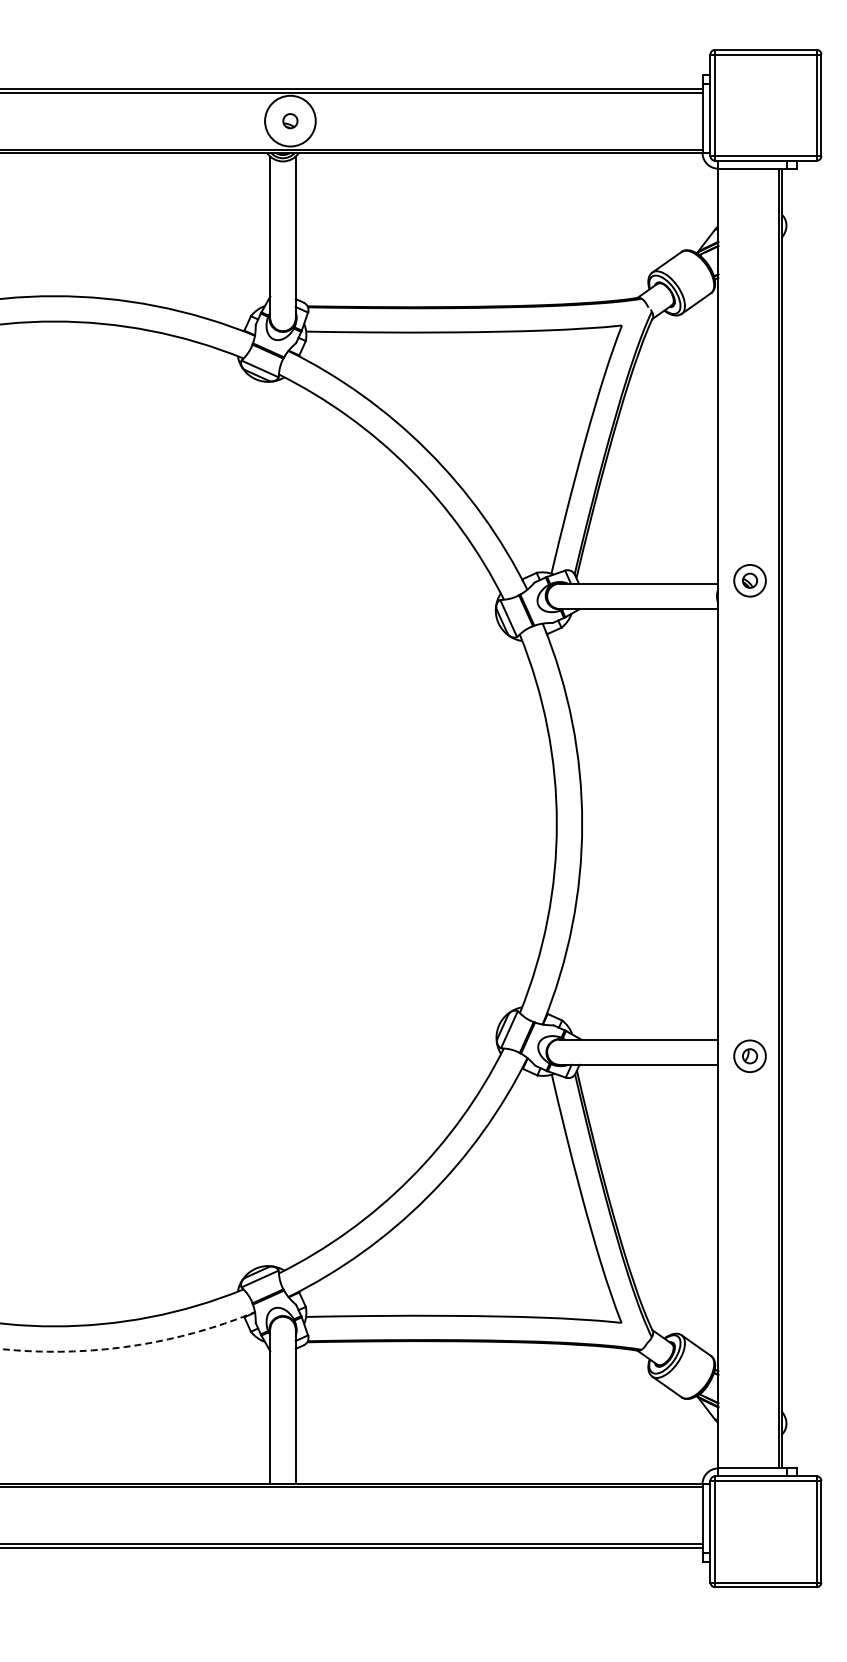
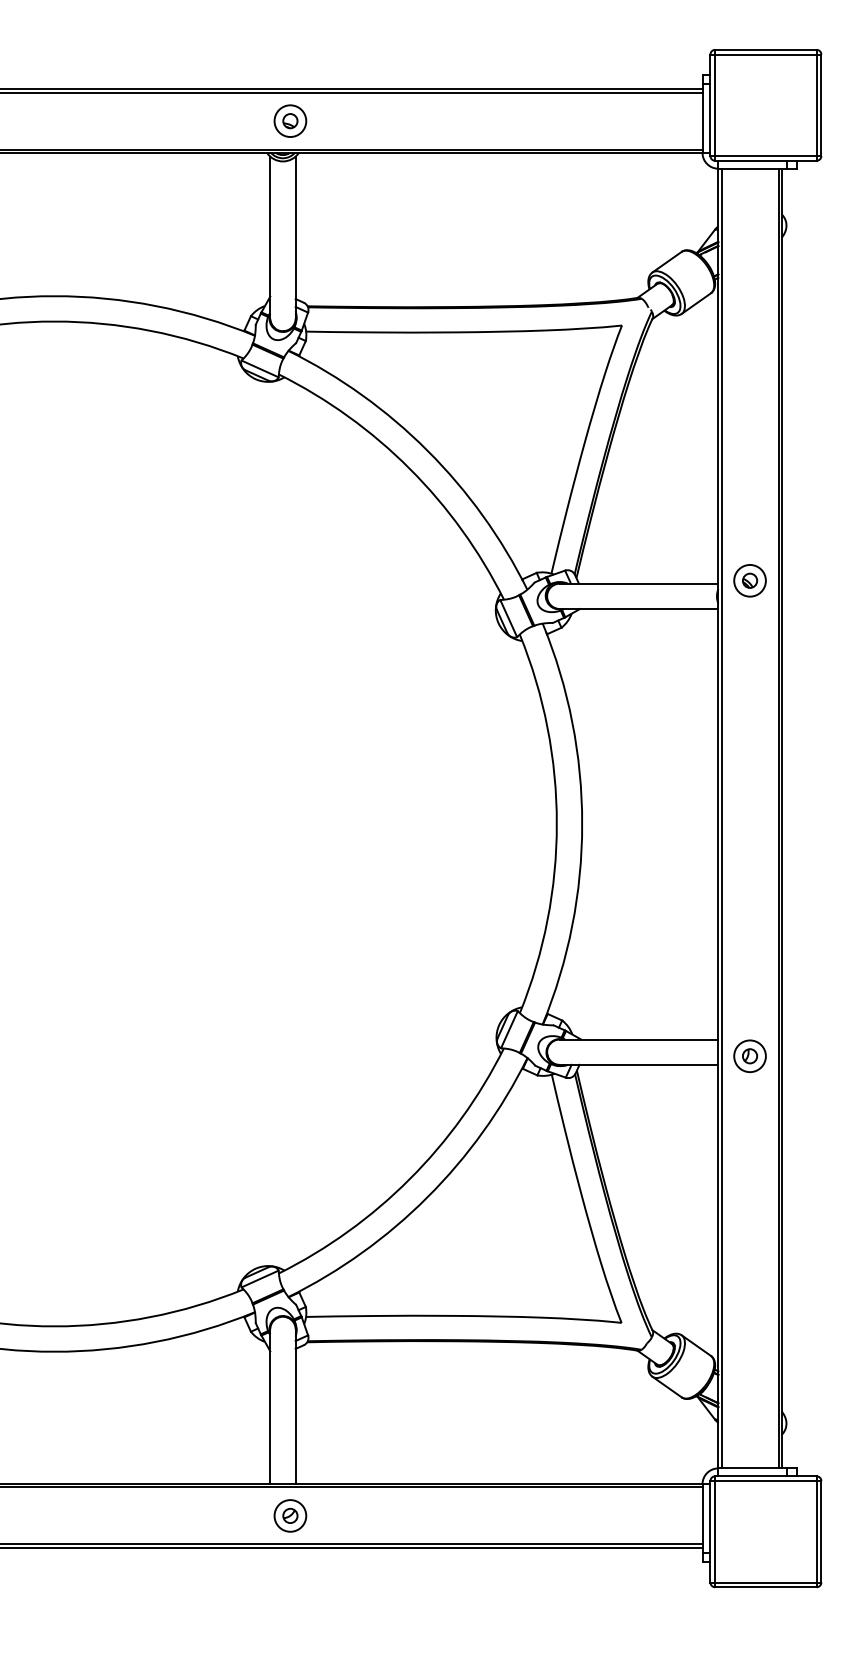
circle at (290, 120) diameter: 51 px -> 32 px
line at (721, 818): none -> present
arc at (129, 1346): dashed -> solid
part at (290, 1515): none -> present
